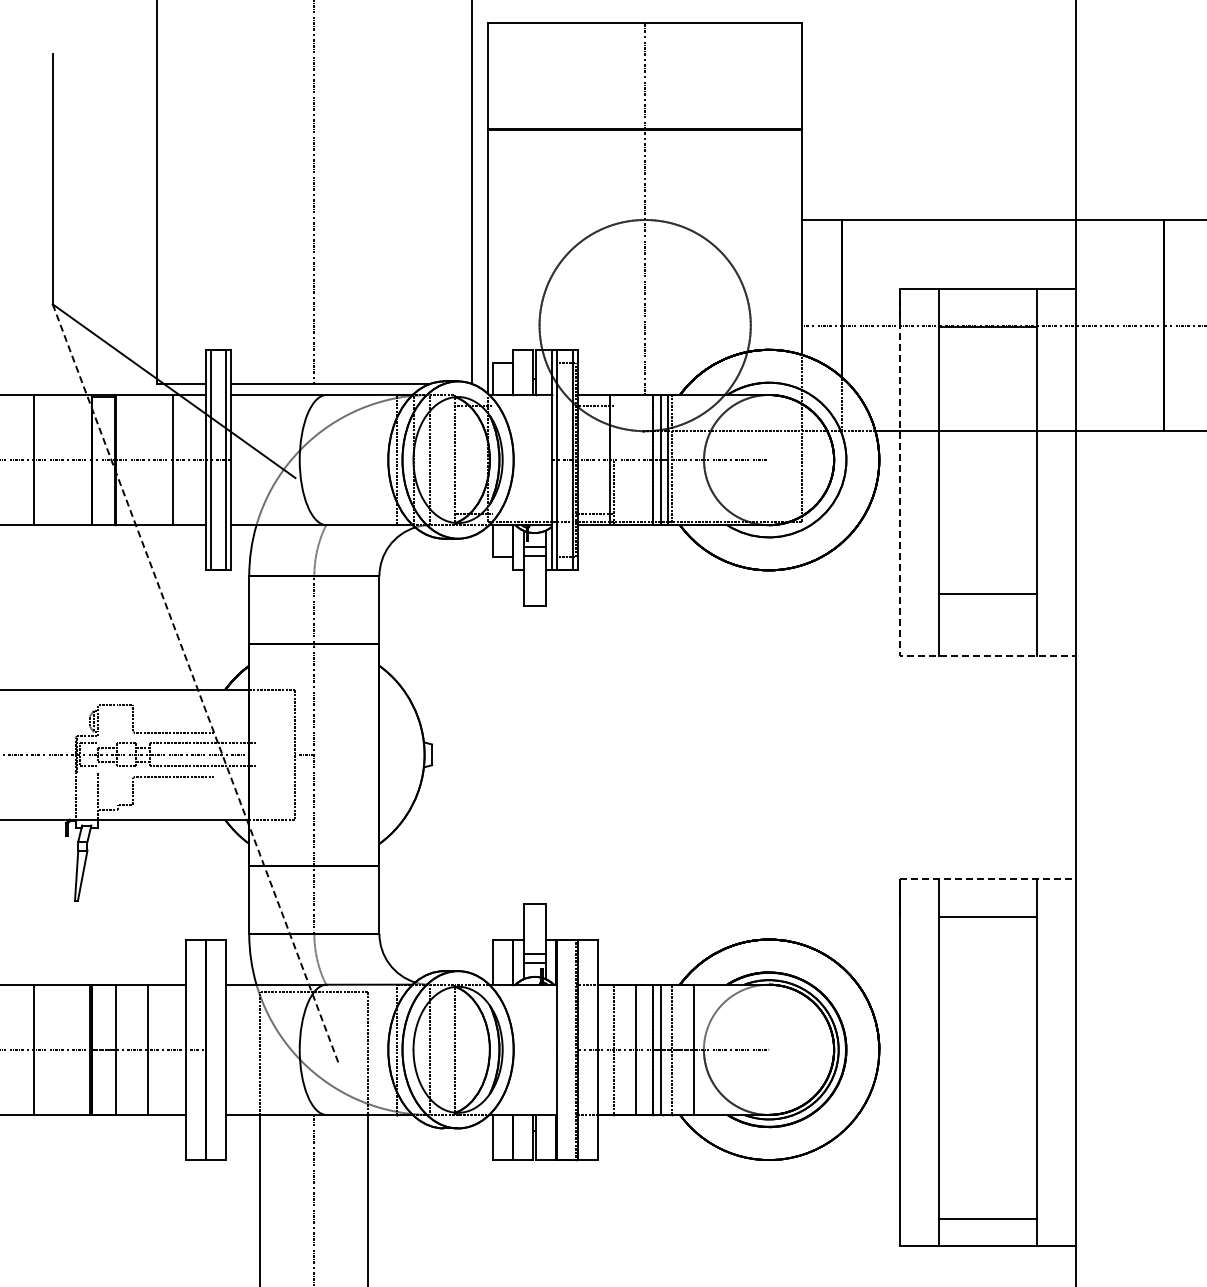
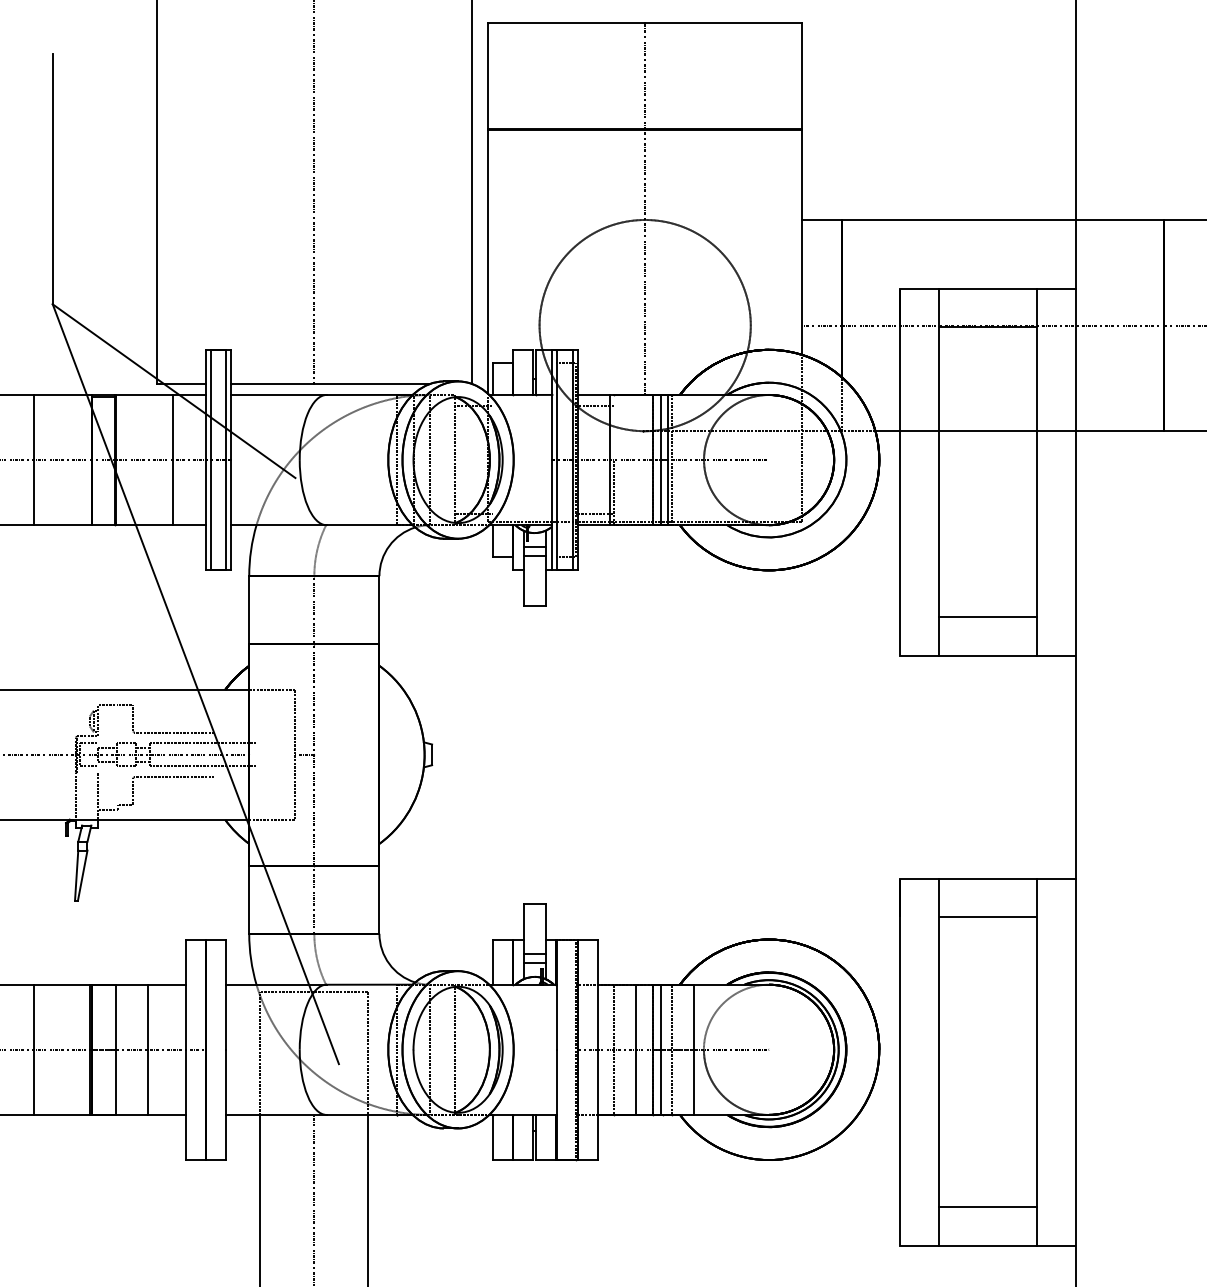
line at (899, 561): dashed -> solid
line at (987, 594) position: (987, 594) -> (987, 617)
line at (195, 684): dashed -> solid
line at (987, 878): dashed -> solid
line at (987, 1218) position: (987, 1218) -> (987, 1206)
